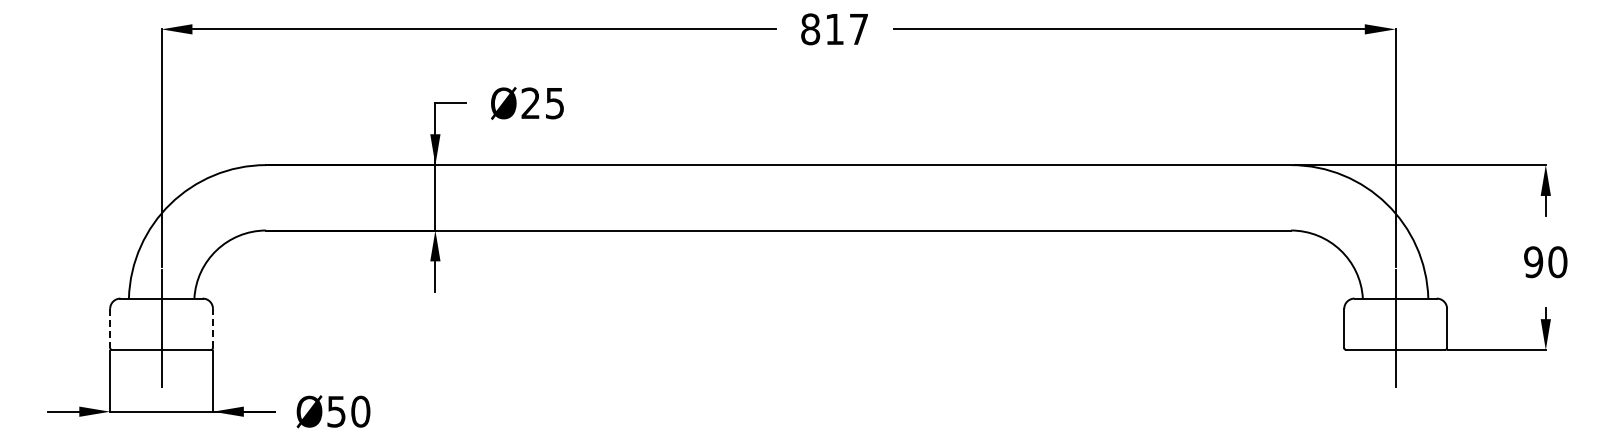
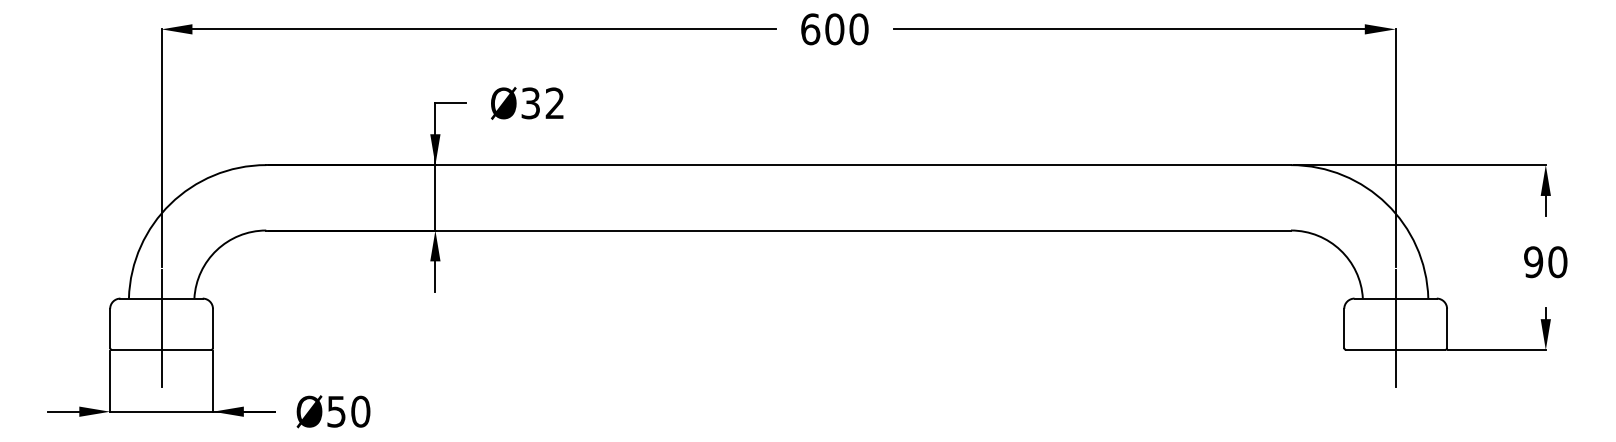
text at (834, 29): 817 -> 600
text at (542, 103): Ø25 -> Ø32
line at (110, 328): dashed -> solid
line at (213, 328): dashed -> solid
